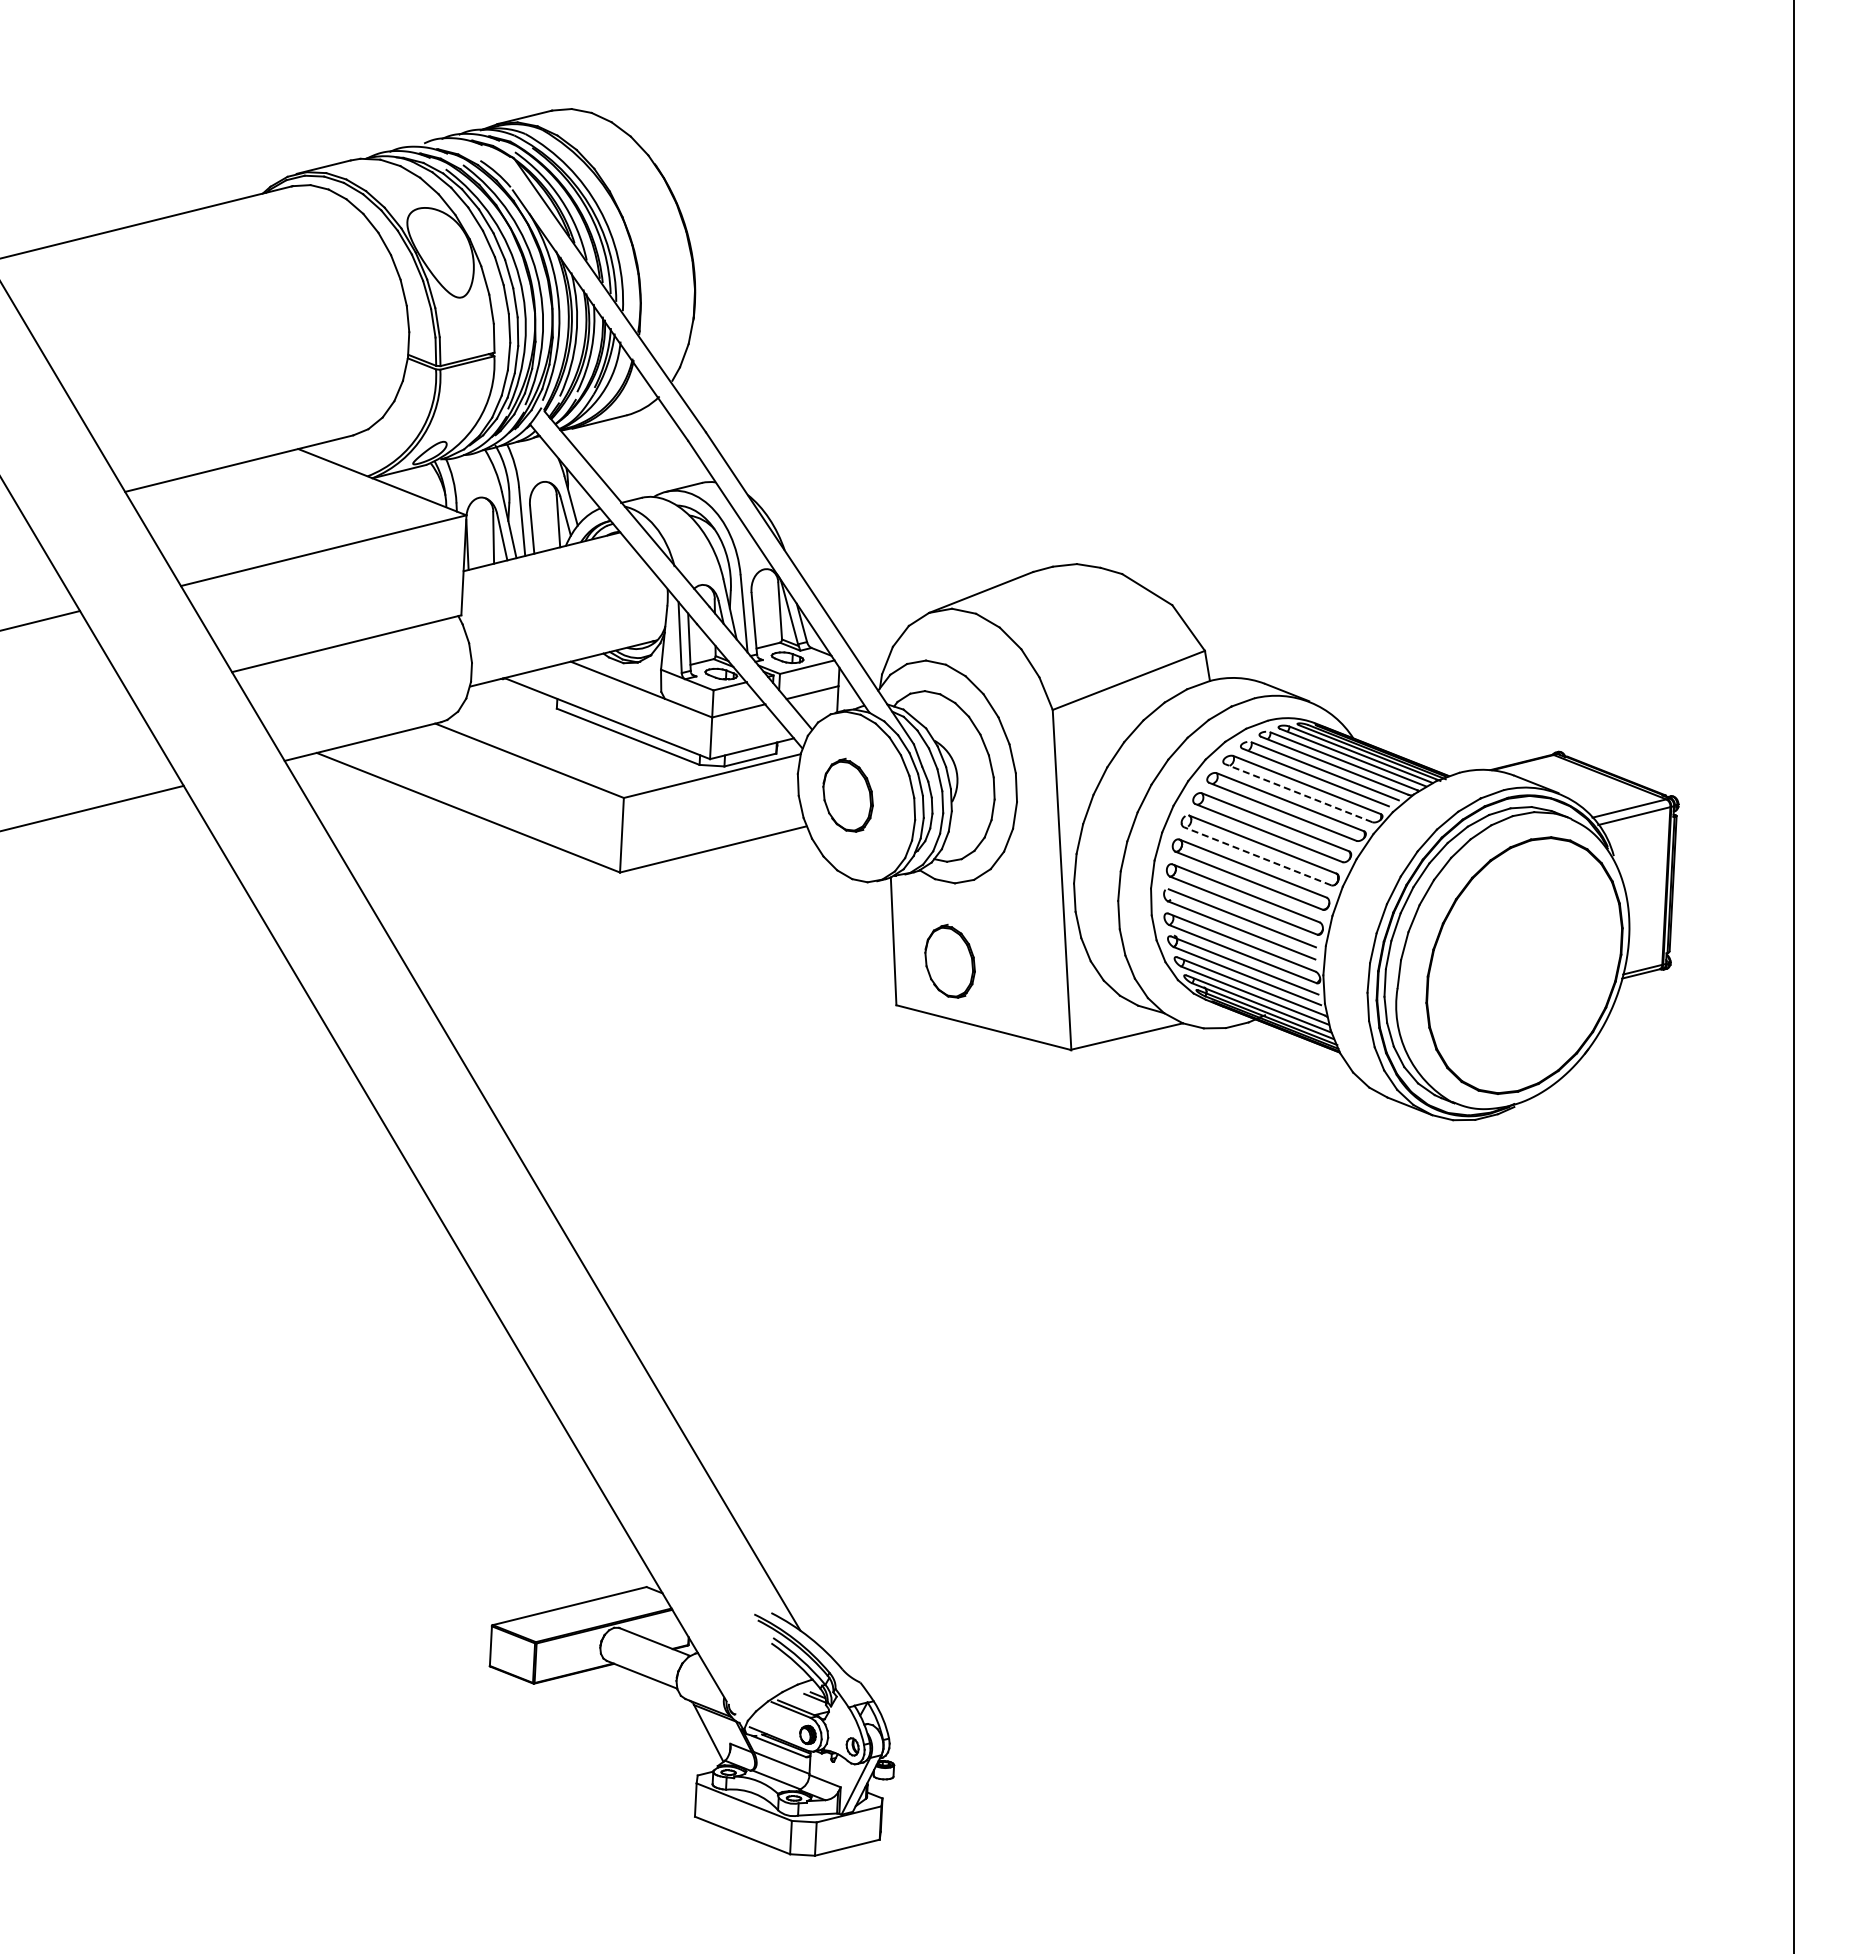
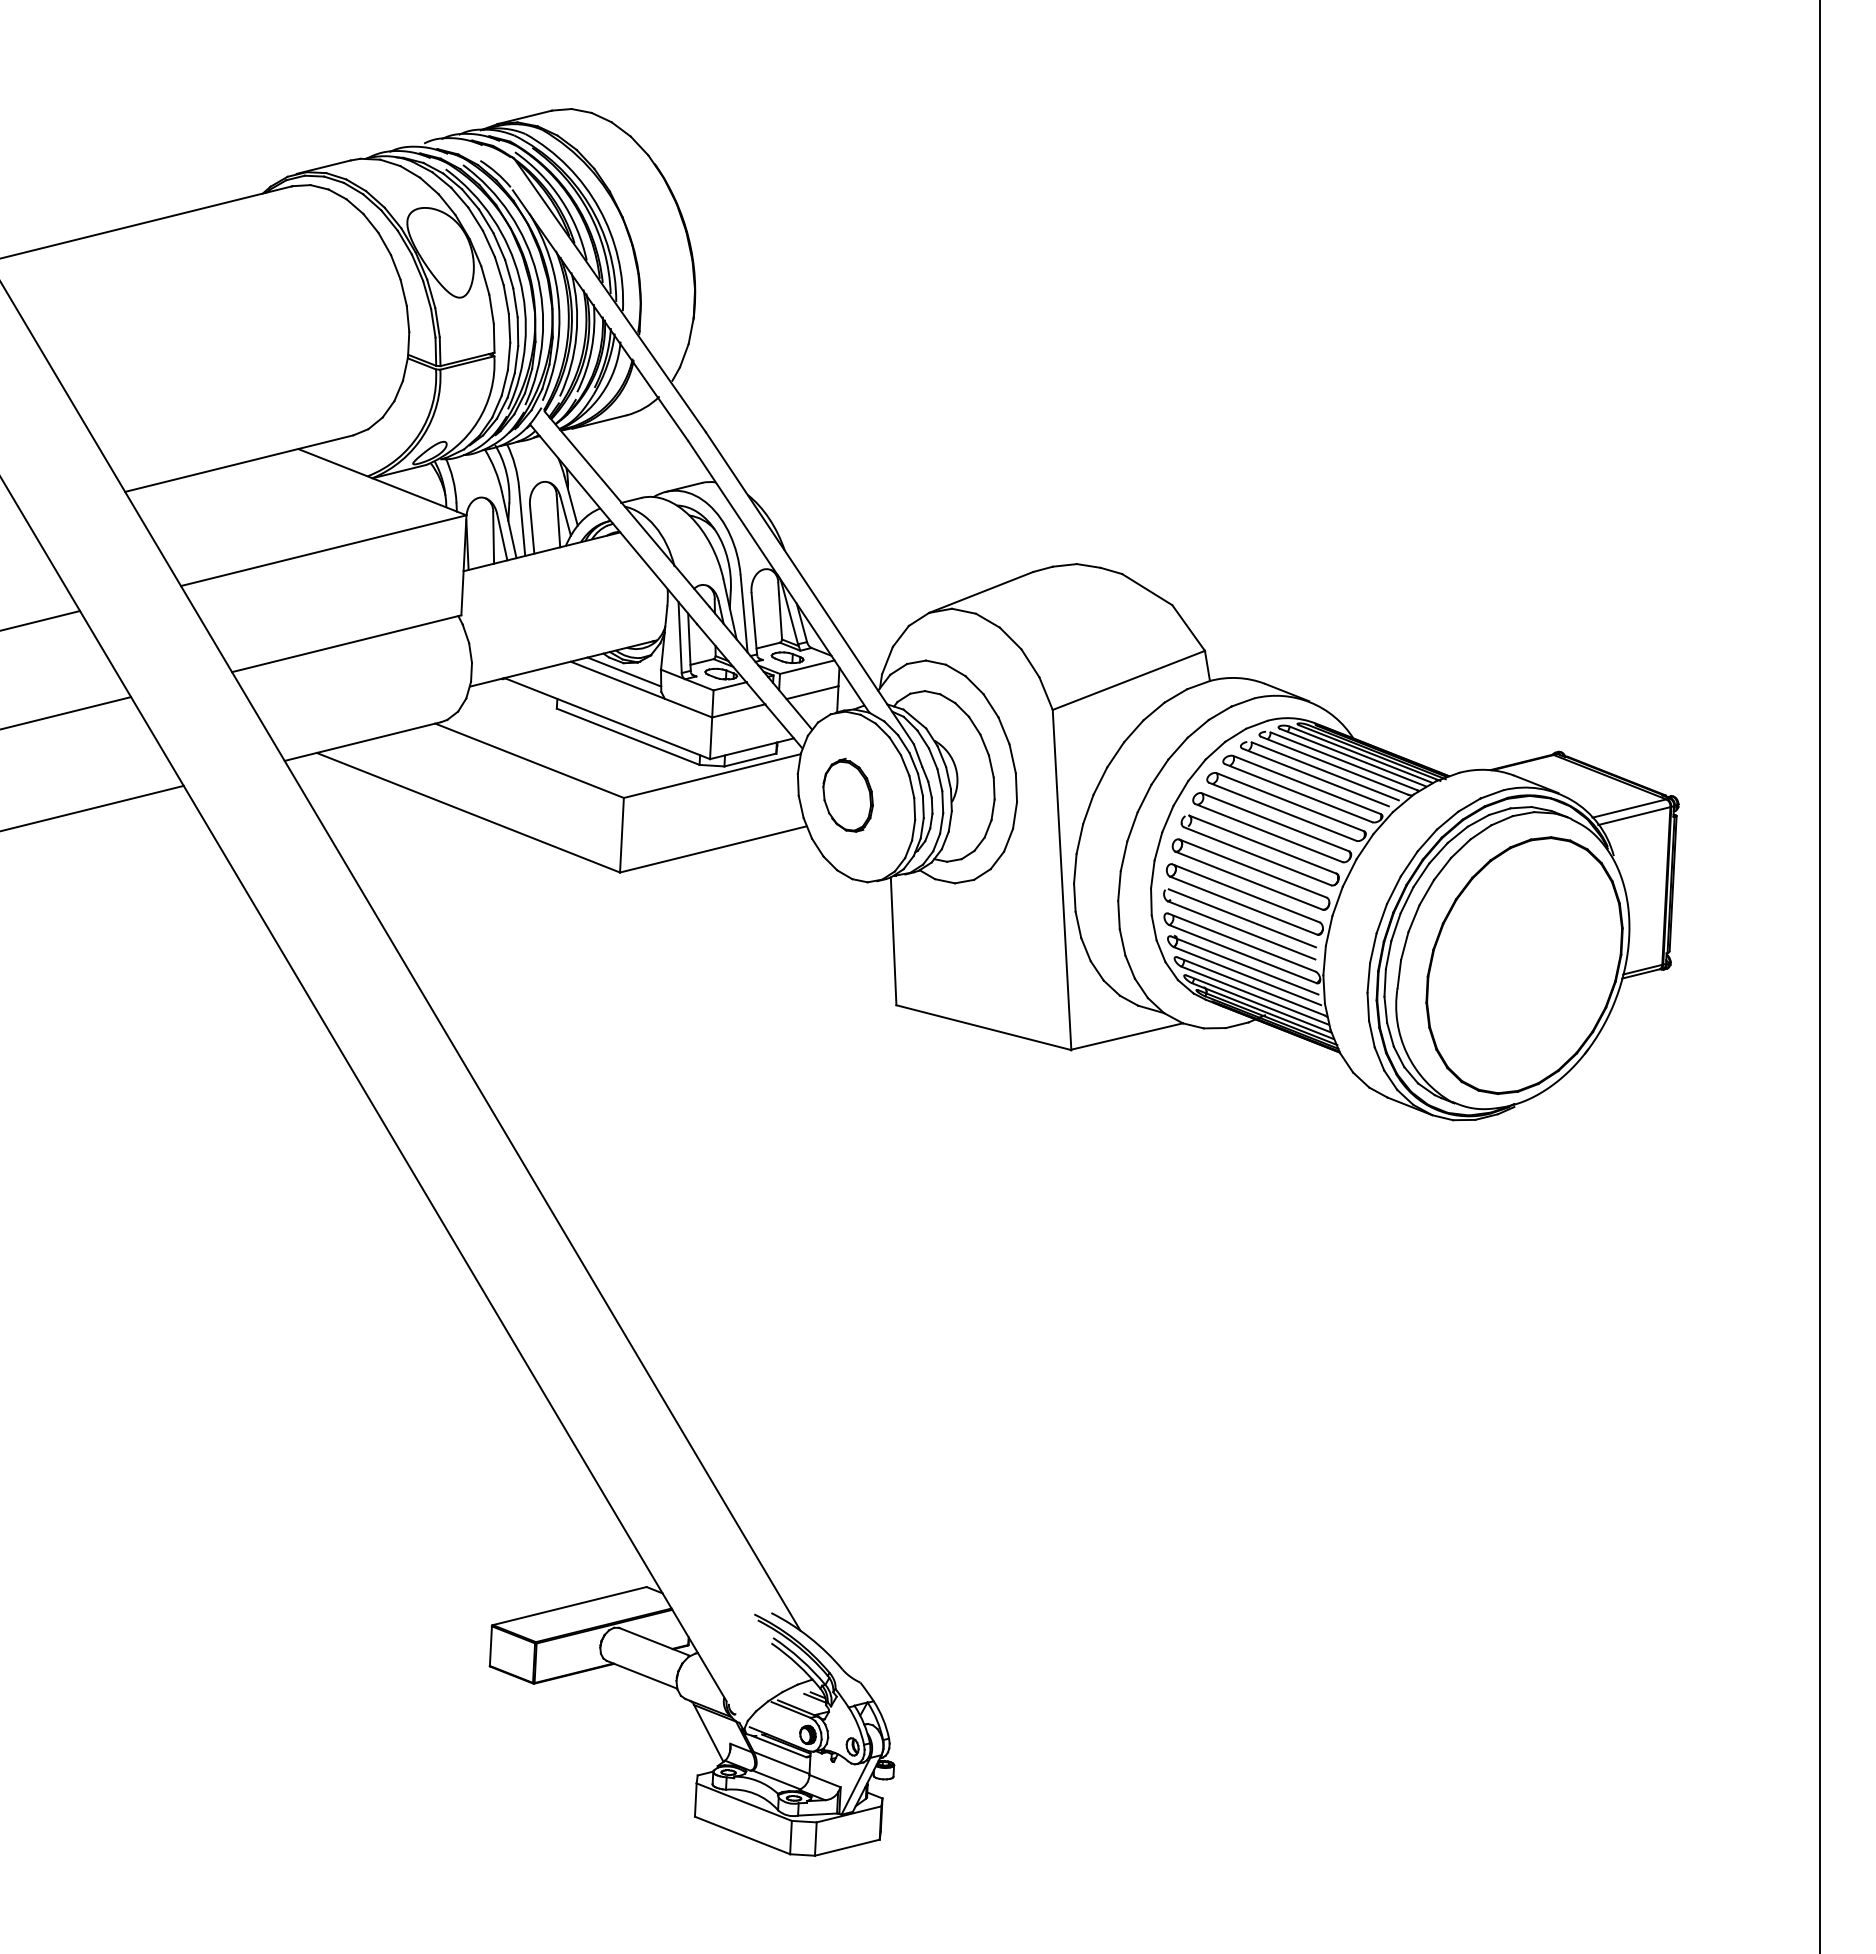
line at (624, 671): none -> present
line at (66, 712): none -> present
line at (1298, 792): dashed -> solid
line at (1257, 856): dashed -> solid
part at (949, 960): present -> none
line at (1793, 976) position: (1793, 976) -> (1819, 976)
